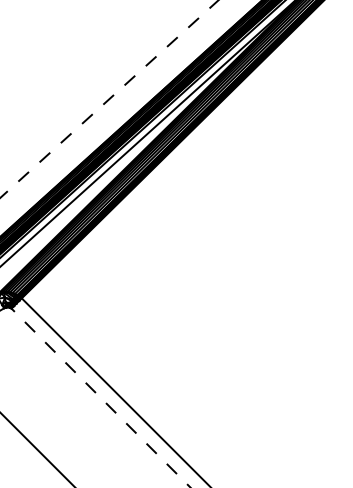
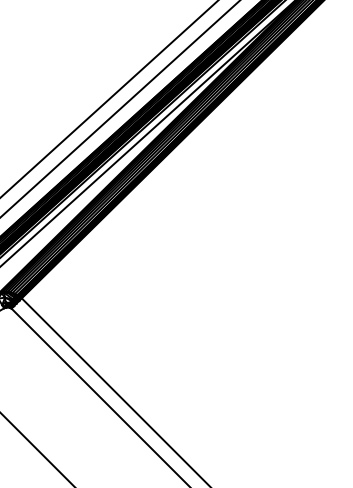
line at (109, 98): dashed -> solid
line at (119, 108): none -> present
line at (100, 397): dashed -> solid
